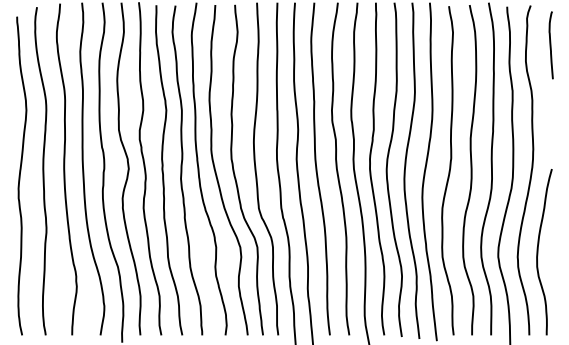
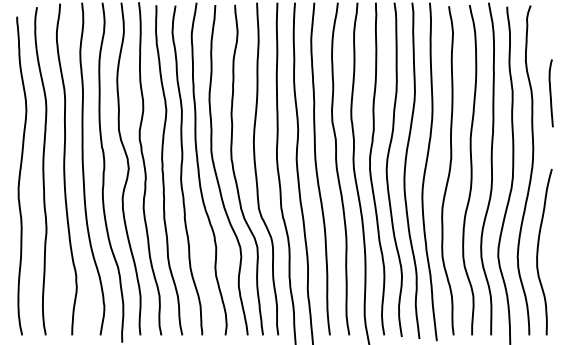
curve at (550, 45) position: (550, 45) -> (550, 93)
